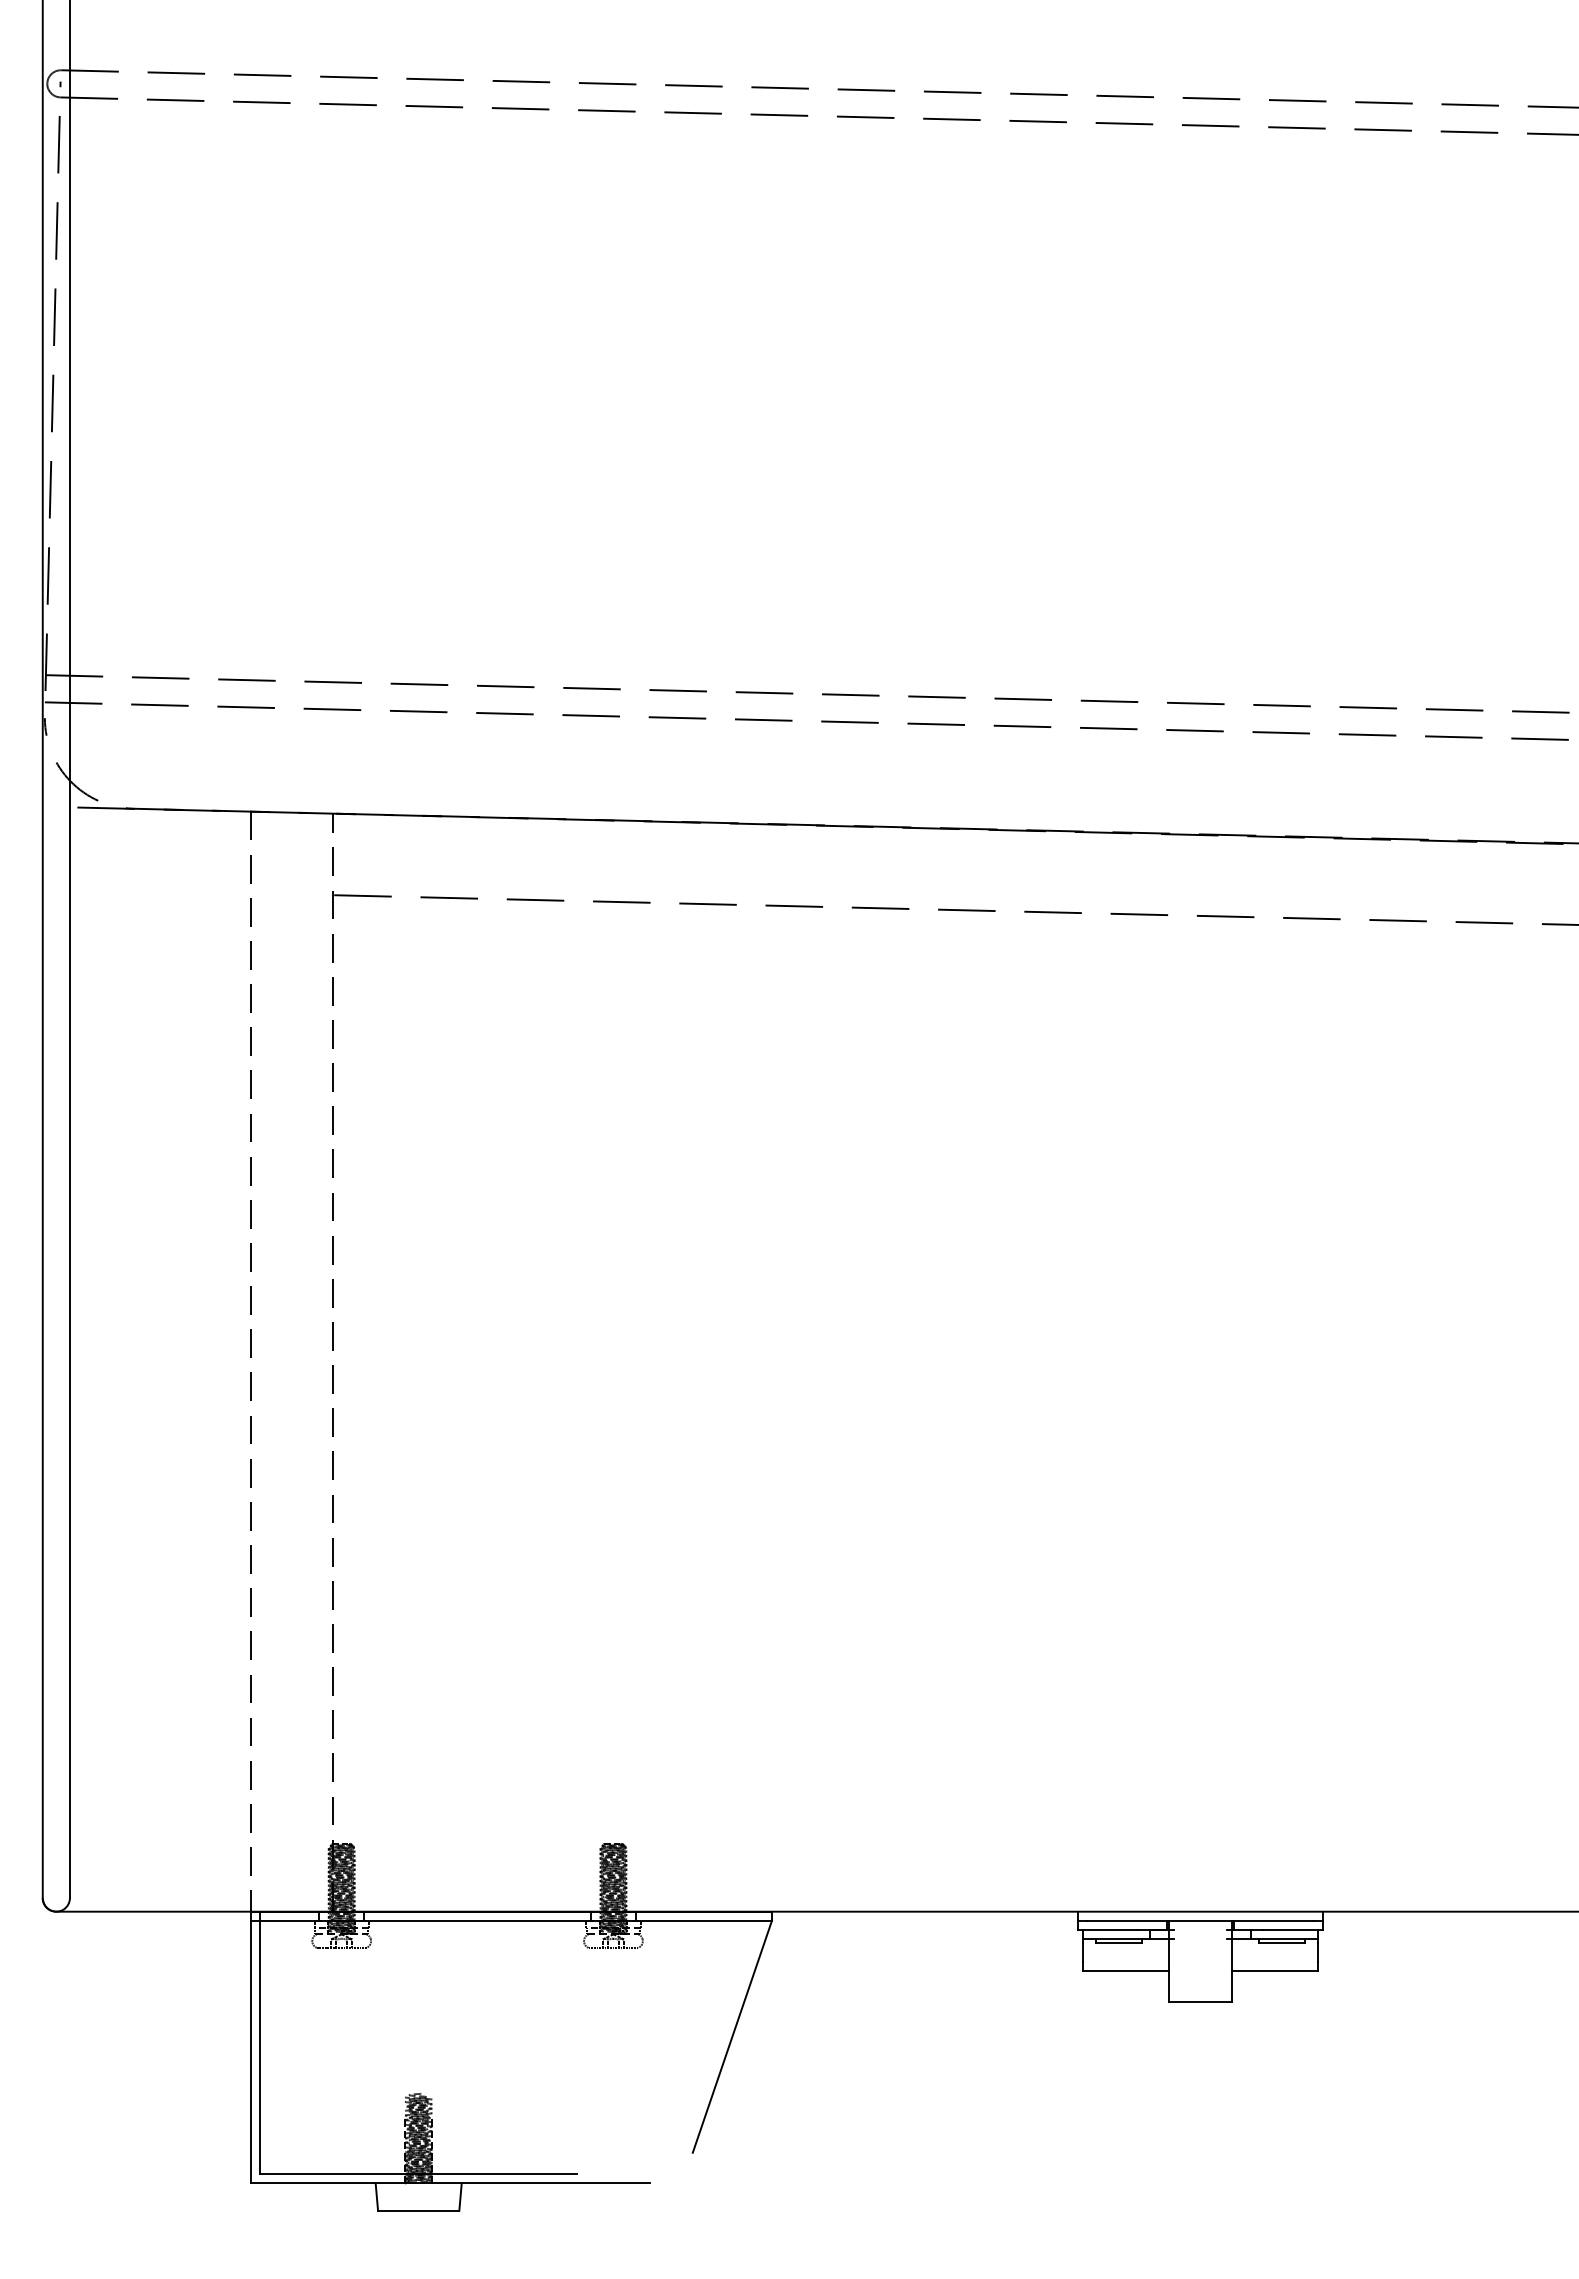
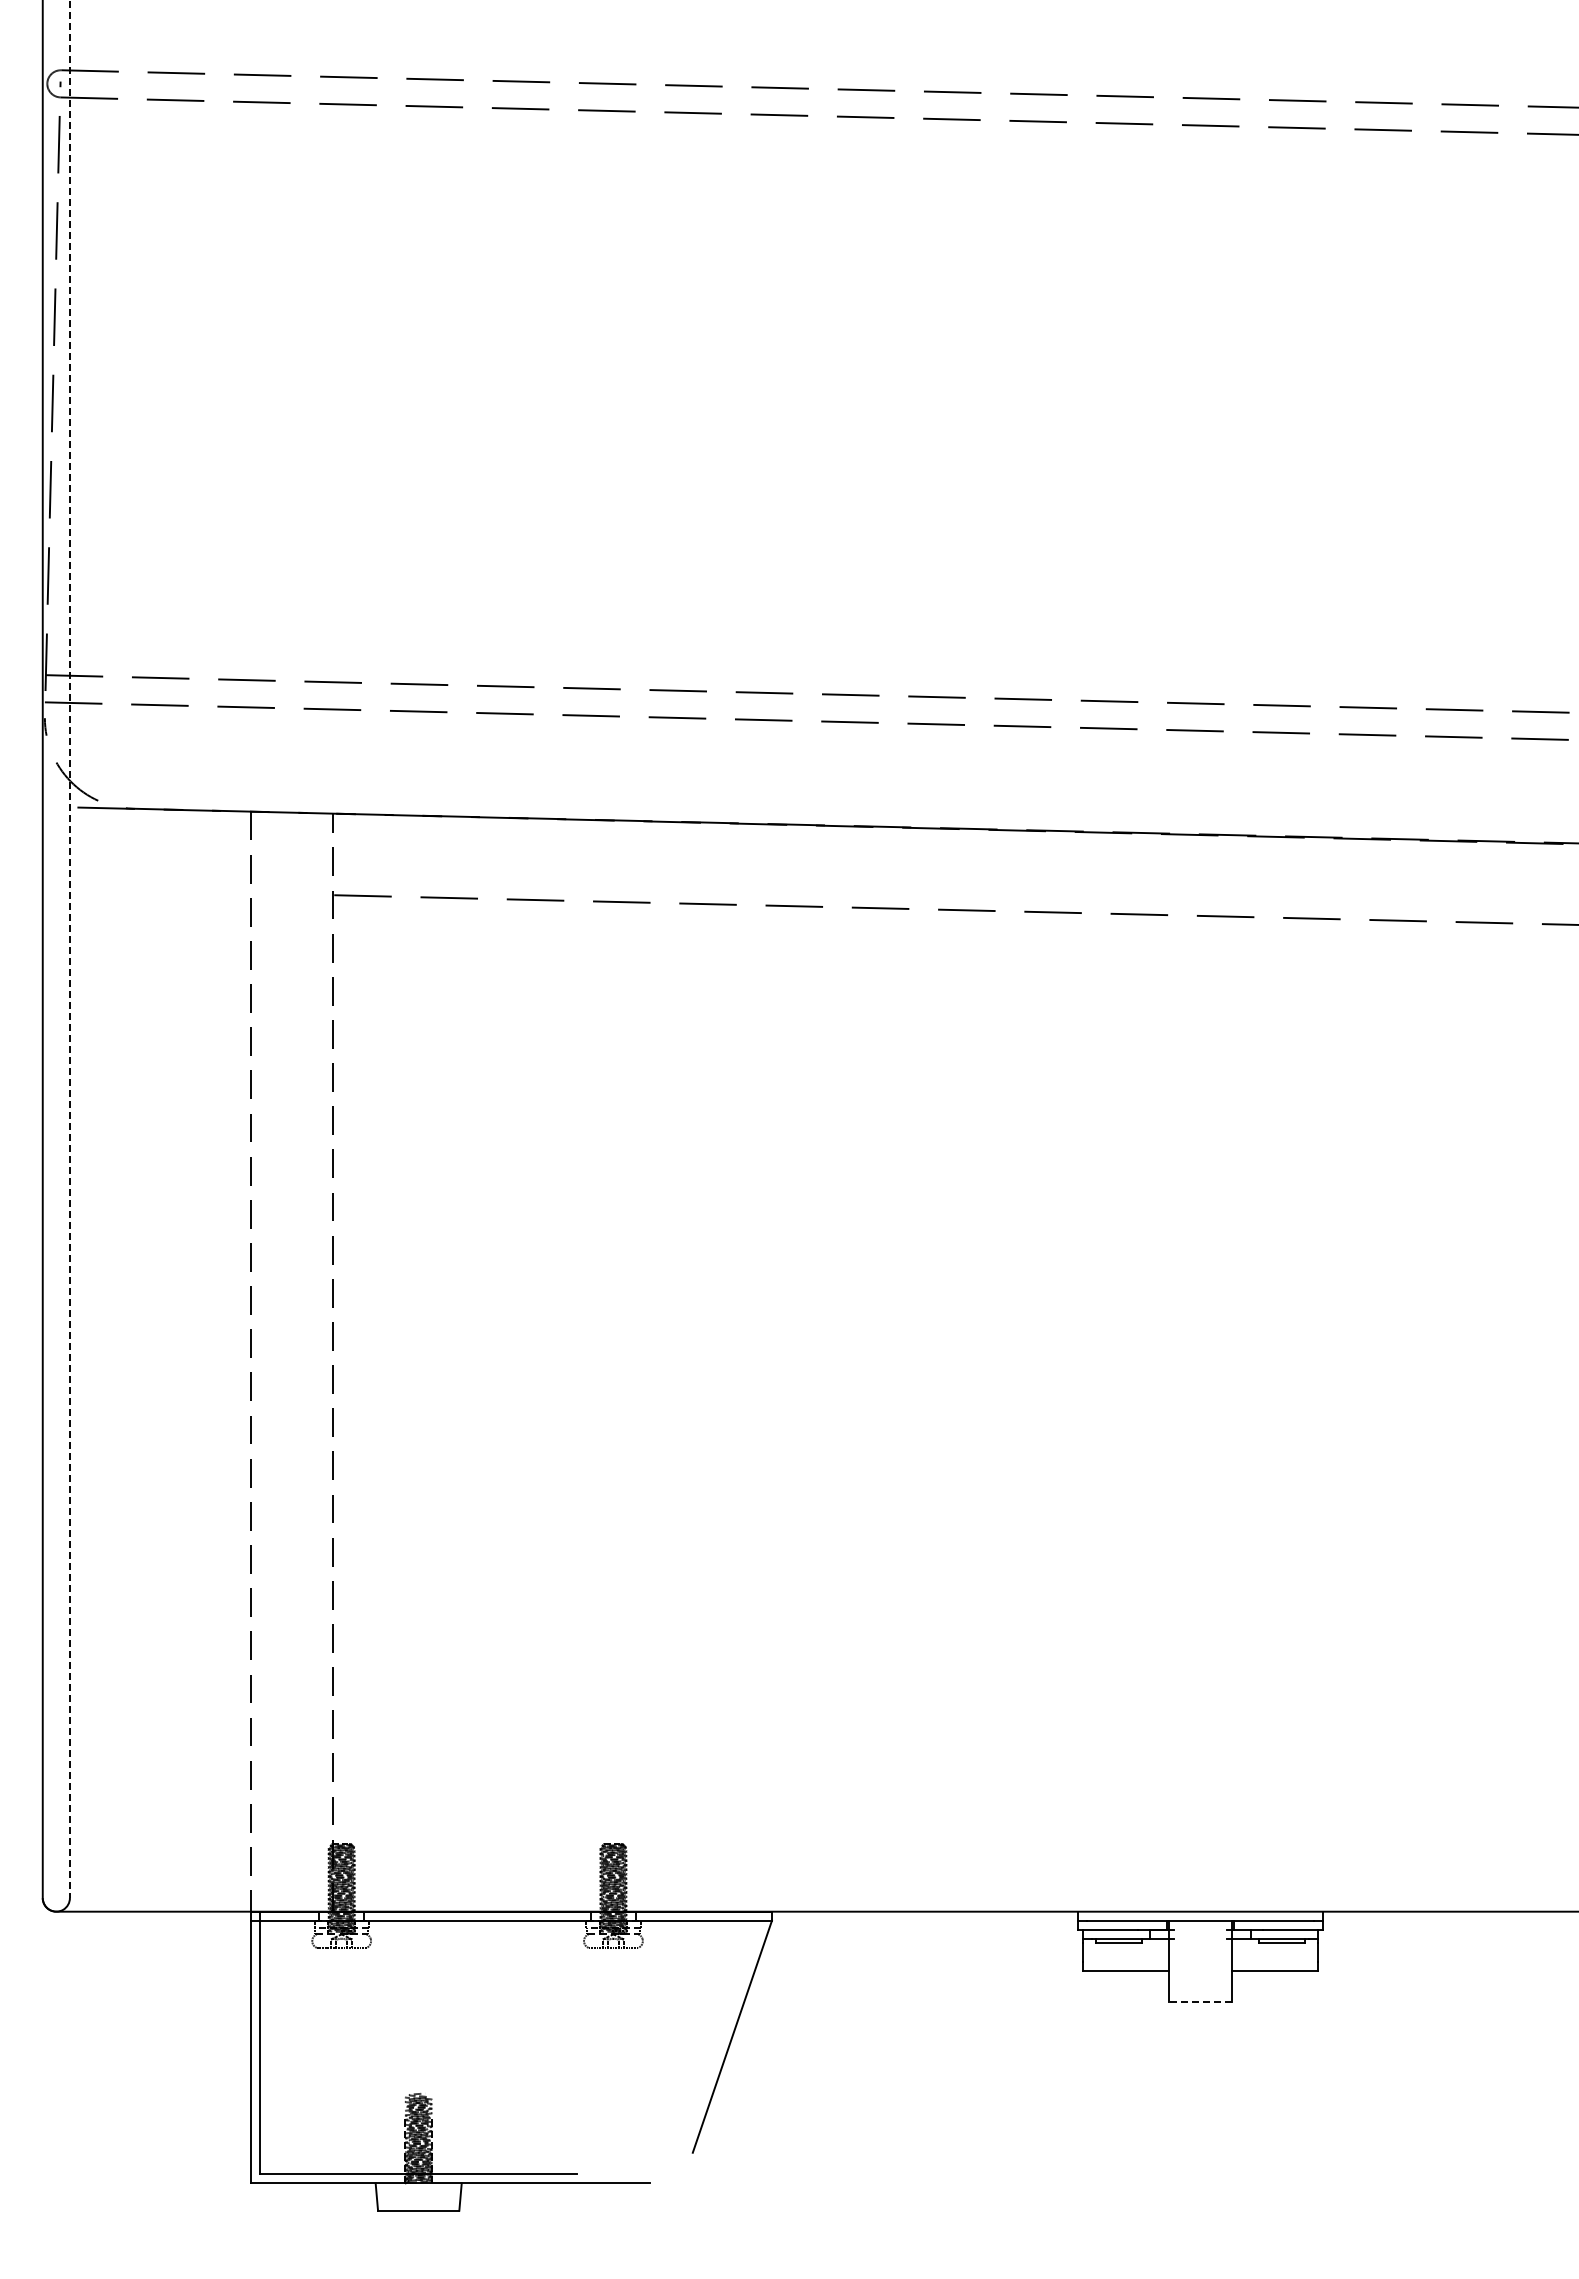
line at (69, 949): solid -> dashed
line at (1200, 2002): solid -> dashed
